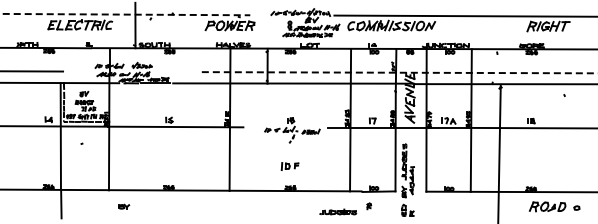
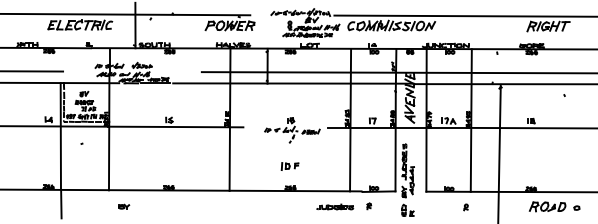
line at (125, 14): dashed -> solid
line at (399, 72): dashed -> solid
part at (465, 207): none -> present
part at (338, 211) position: (338, 211) -> (335, 206)
